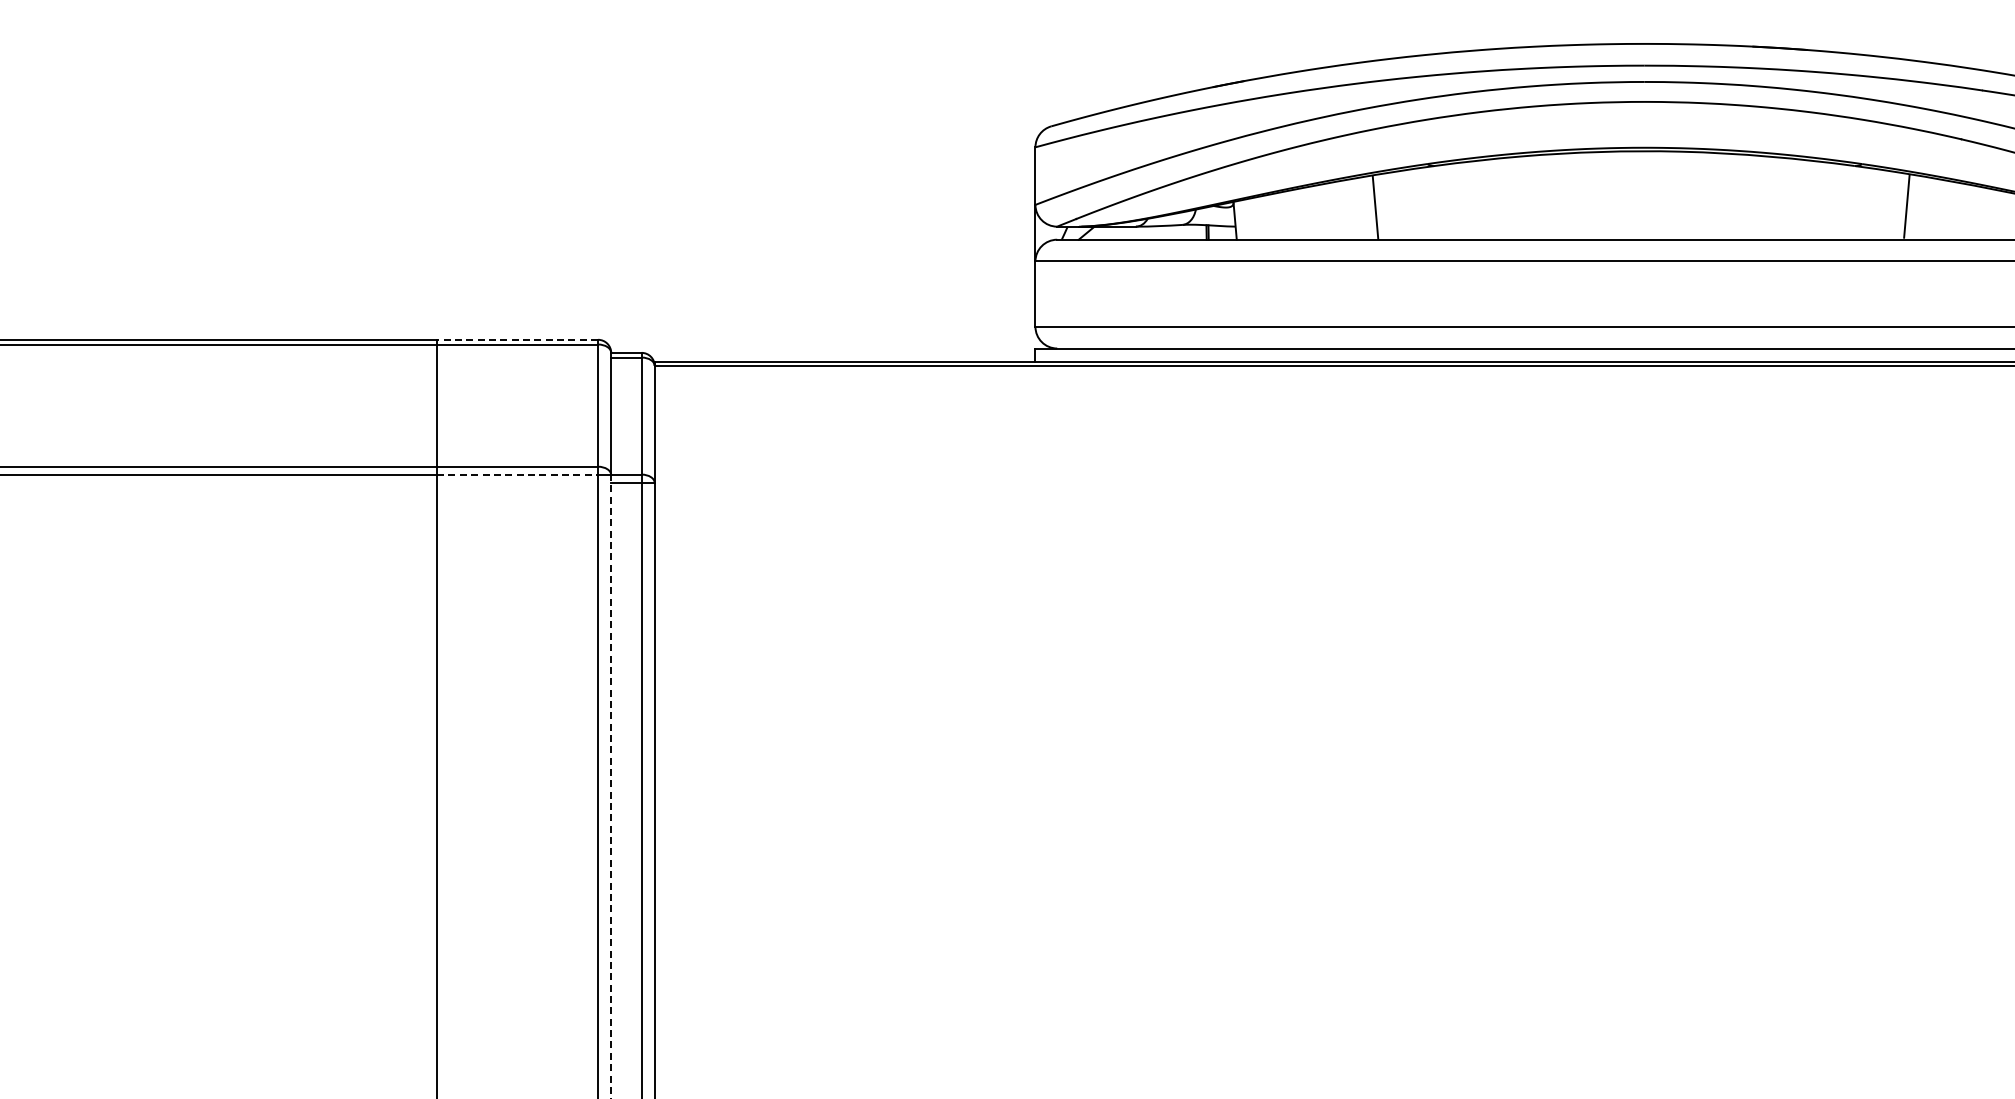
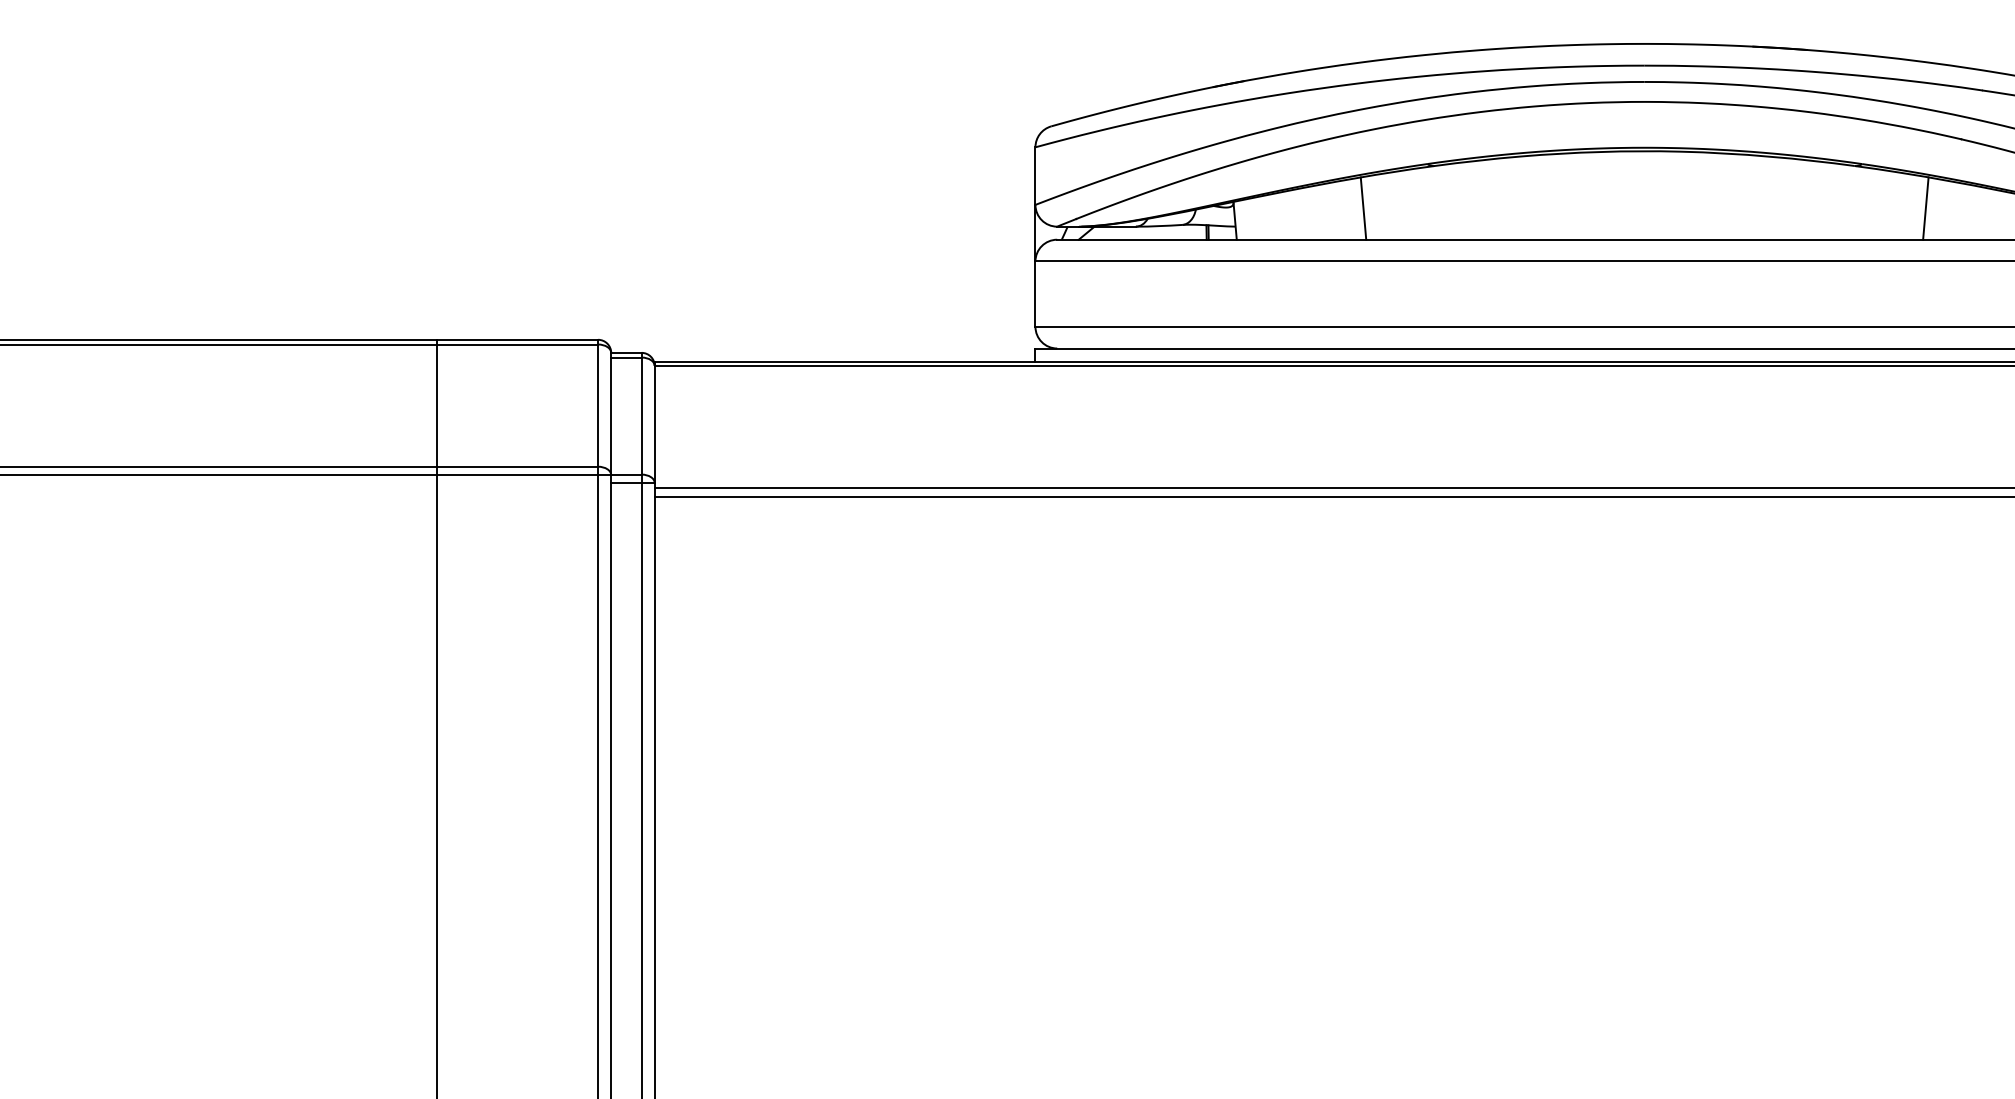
line at (1906, 206) position: (1906, 206) -> (1925, 208)
line at (1375, 207) position: (1375, 207) -> (1363, 208)
line at (517, 339): dashed -> solid
line at (517, 475): dashed -> solid
line at (1332, 488): none -> present
line at (1332, 496): none -> present
line at (611, 786): dashed -> solid
